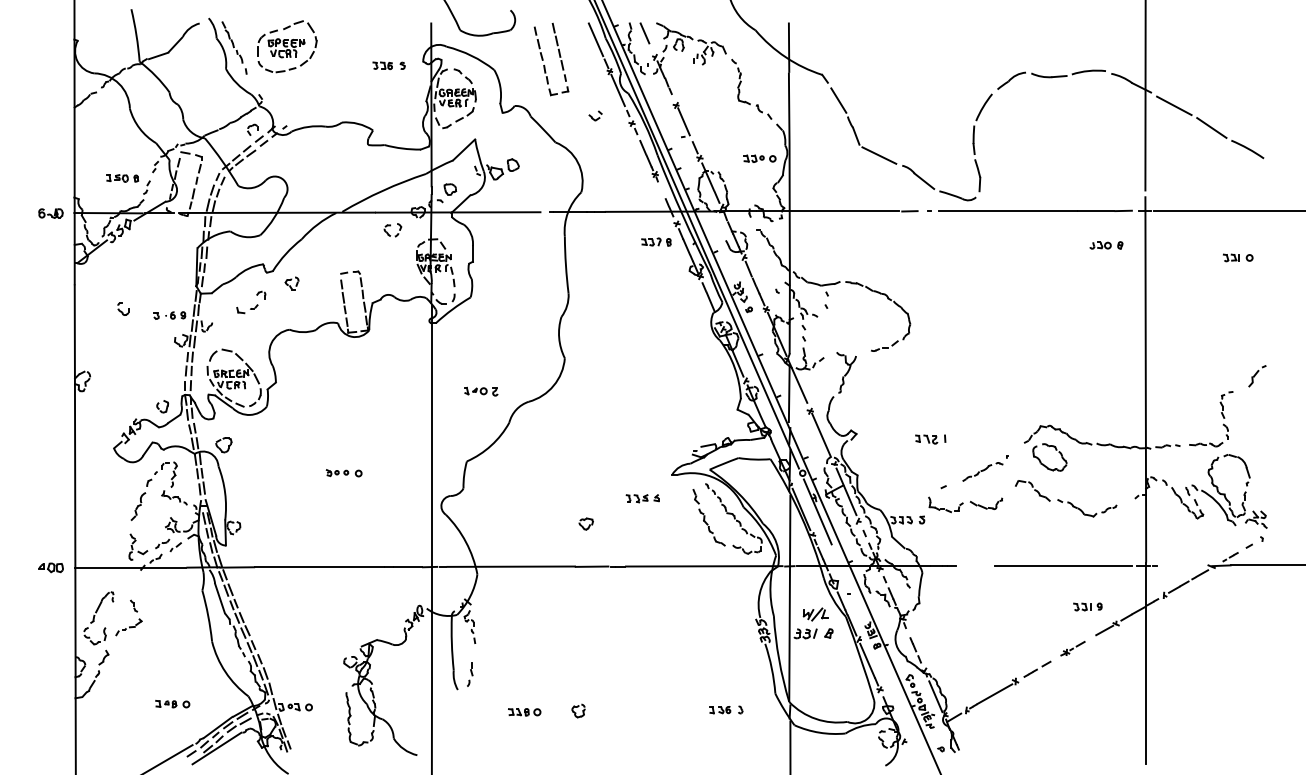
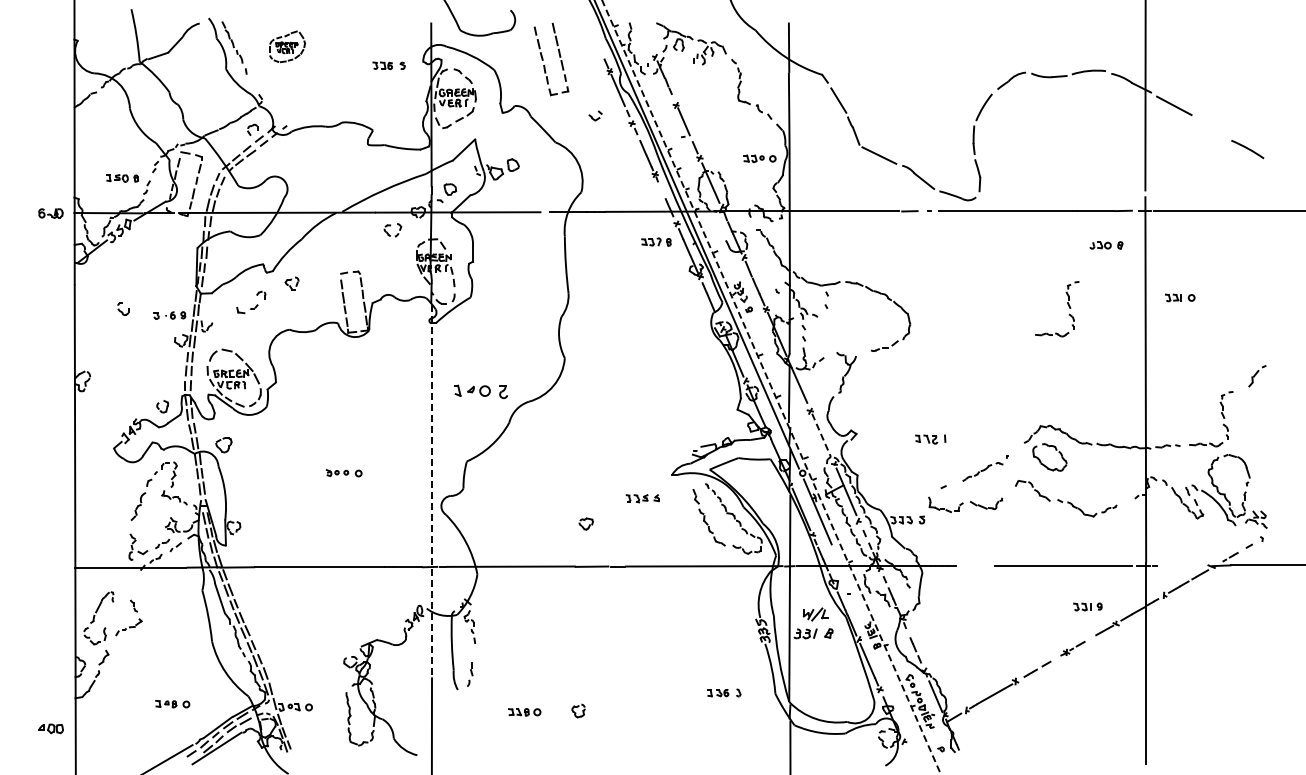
line at (644, 33): present -> none
line at (595, 39): present -> none
part at (287, 46) size: 61x54 px -> 37x34 px
line at (1211, 127): present -> none
part at (1238, 257) position: (1238, 257) -> (1180, 297)
part at (1067, 304): none -> present
line at (771, 387): solid -> dashed
part at (481, 391) size: 35x11 px -> 54x16 px
line at (821, 435): solid -> dashed
line at (432, 491): solid -> dashed
part at (50, 567) position: (50, 567) -> (50, 728)
part at (726, 709) position: (726, 709) -> (724, 692)
